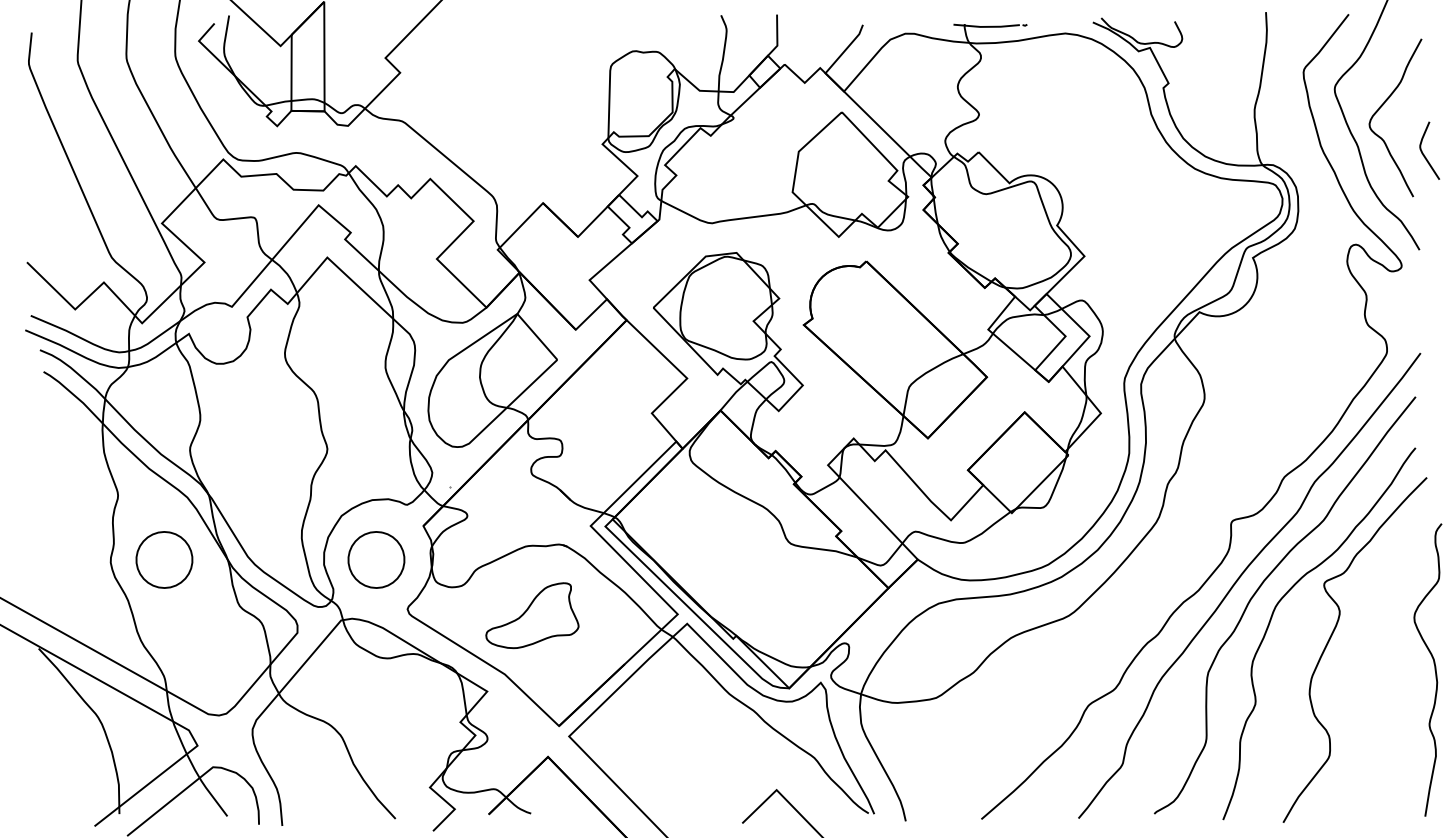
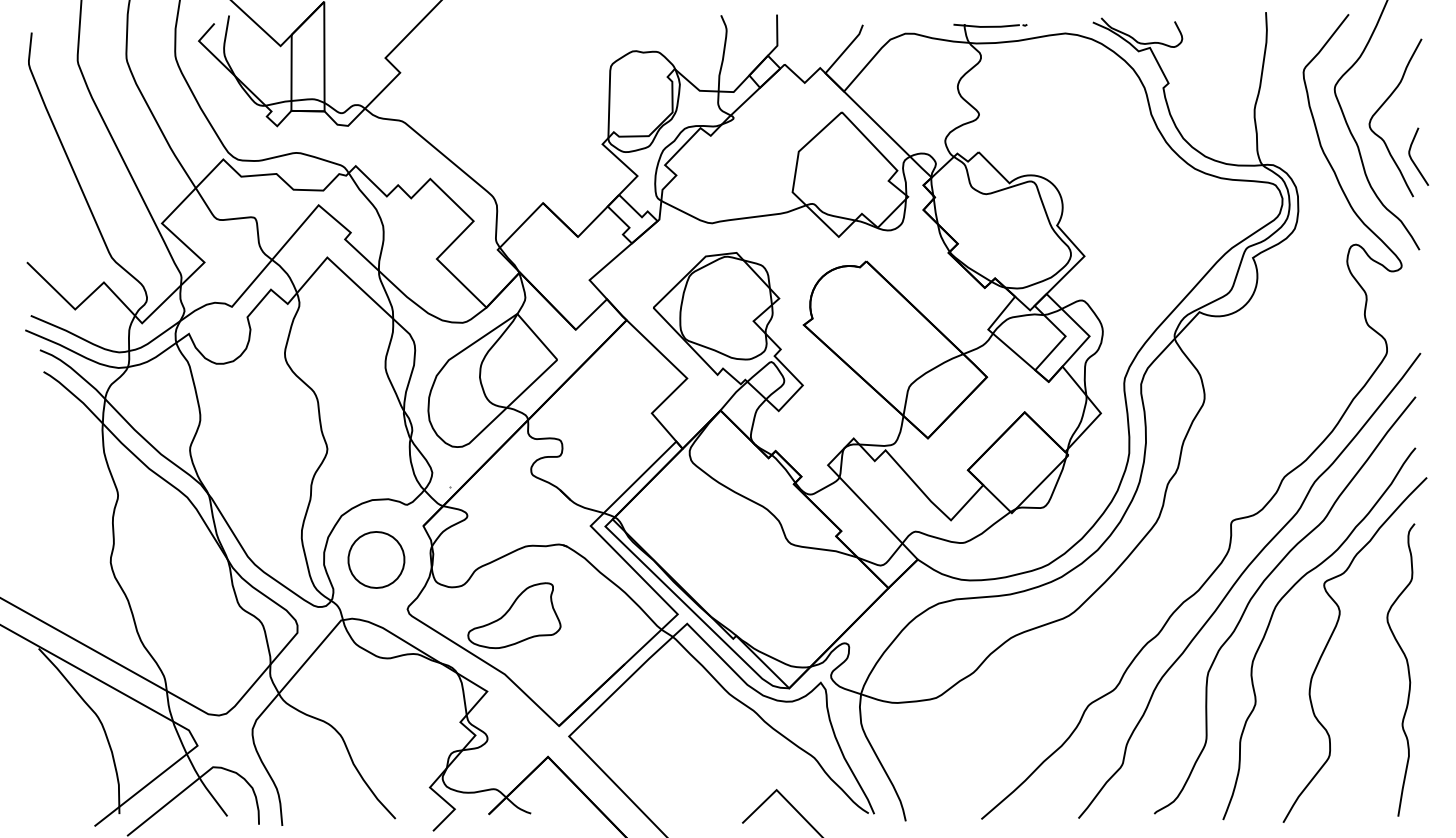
curve at (1423, 152) position: (1423, 152) -> (1412, 158)
part at (164, 559): present -> none
part at (532, 615) position: (532, 615) -> (514, 615)
curve at (1434, 669) position: (1434, 669) -> (1407, 669)
